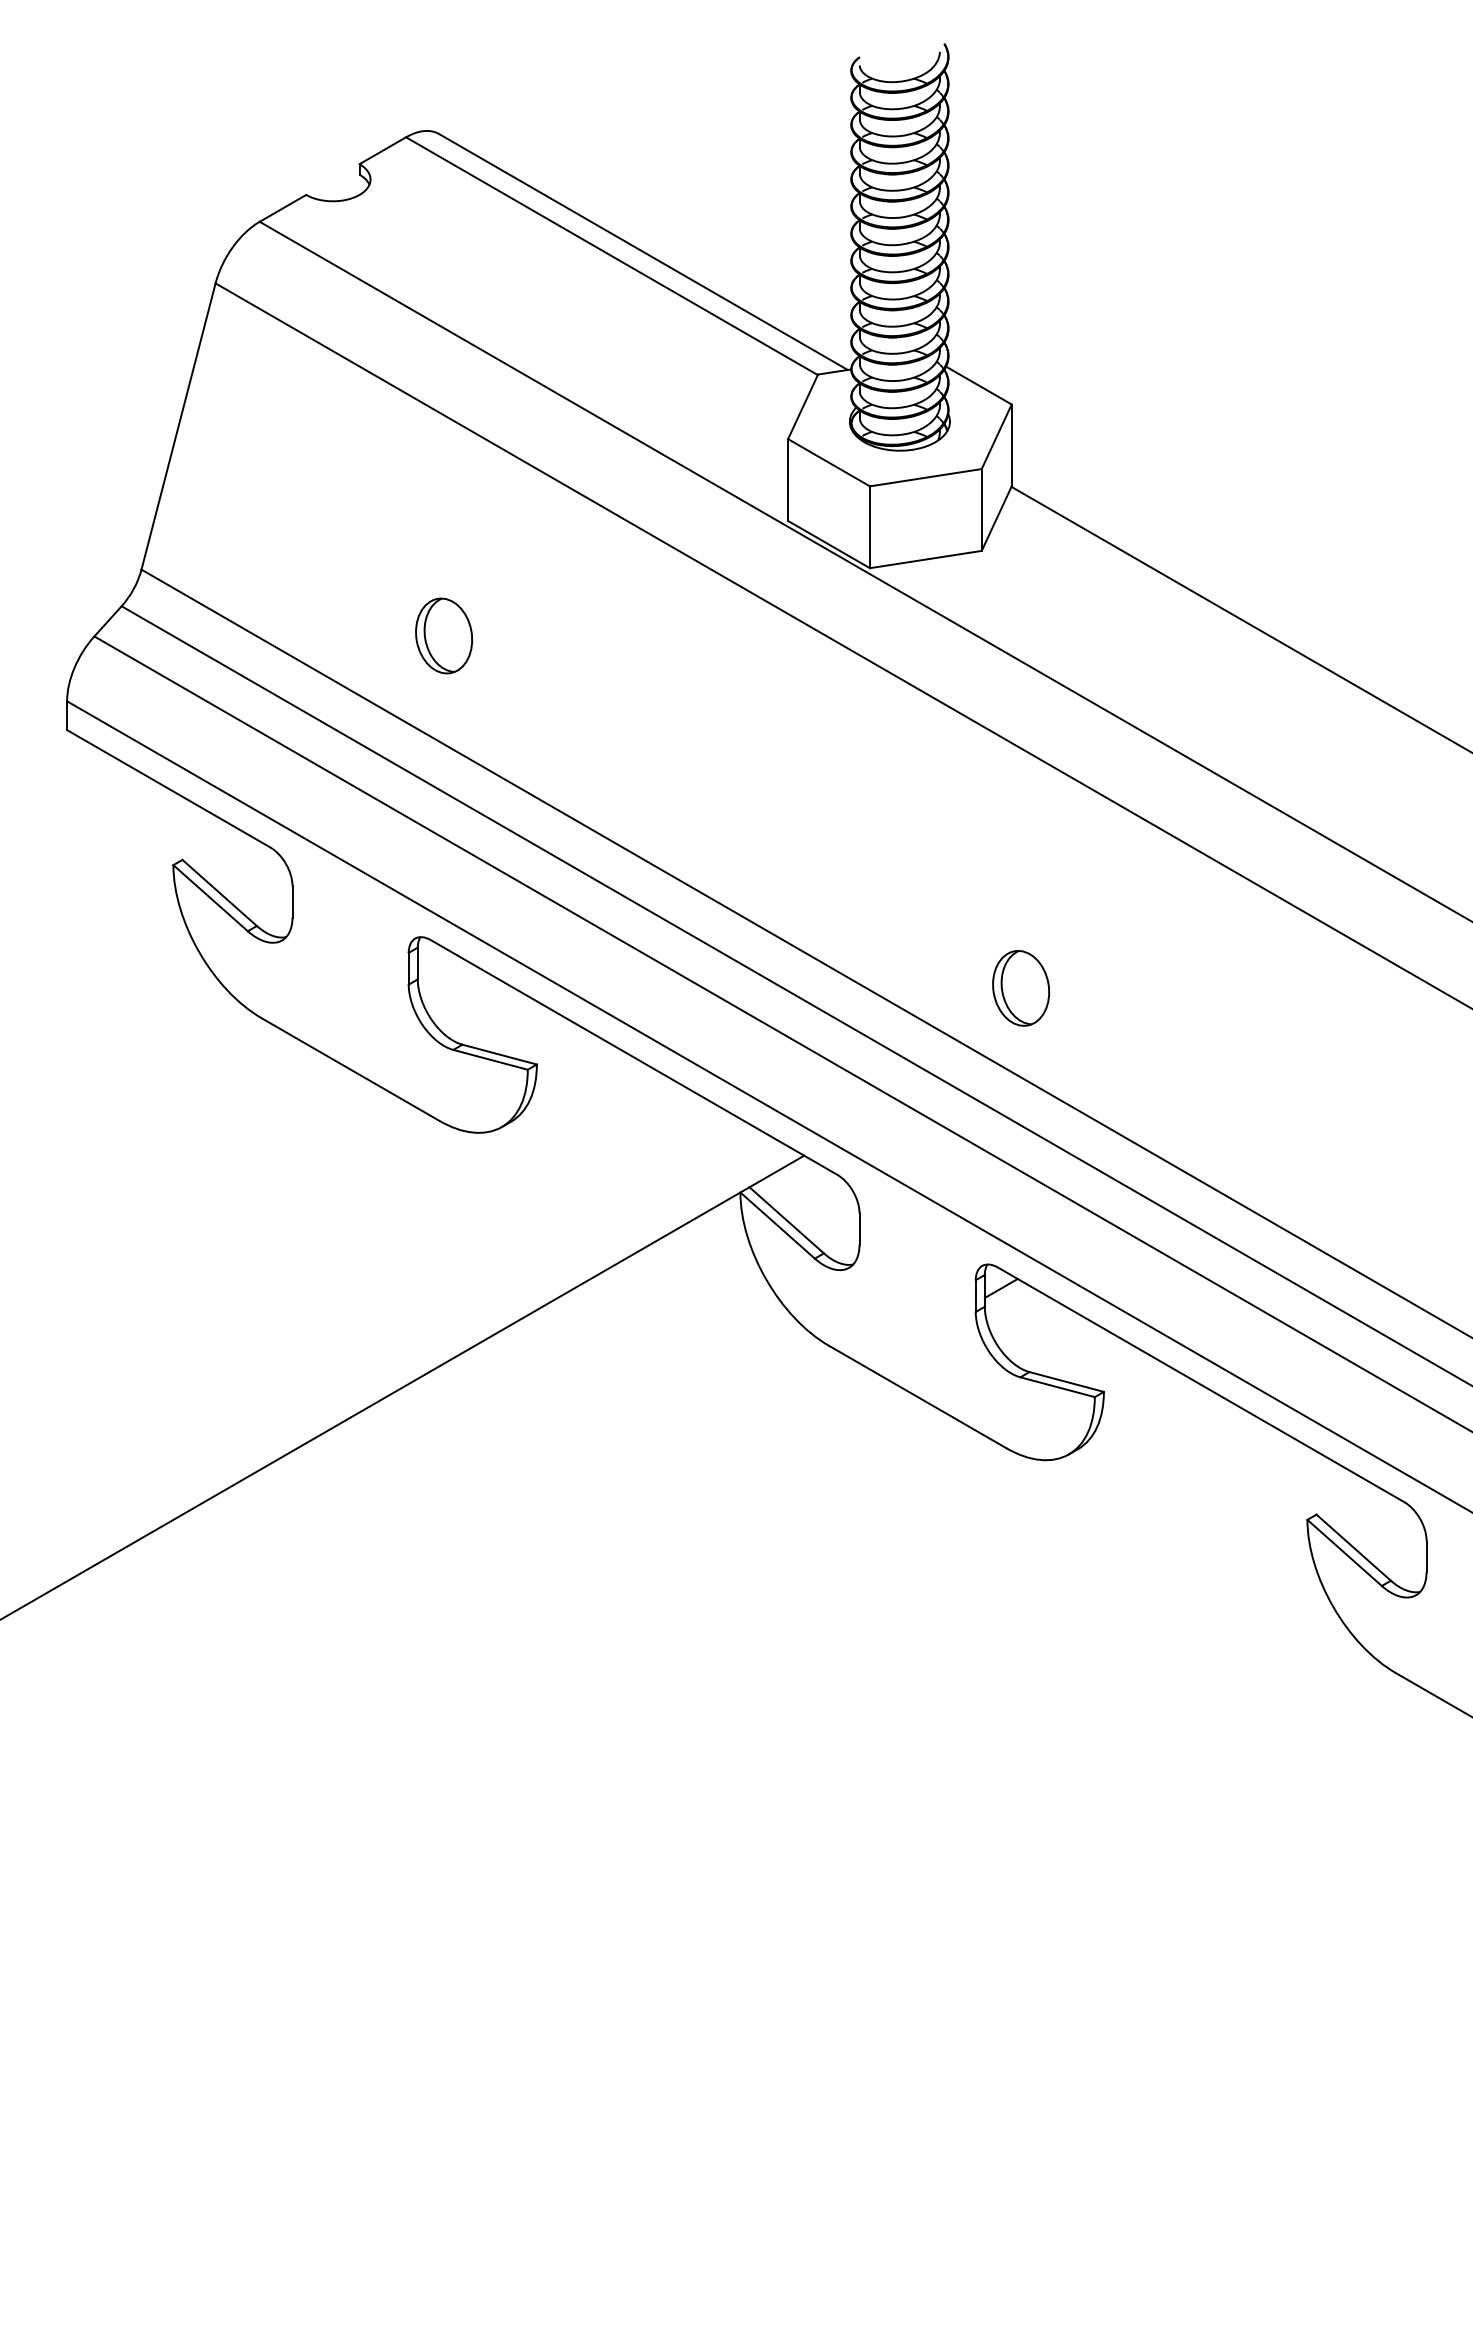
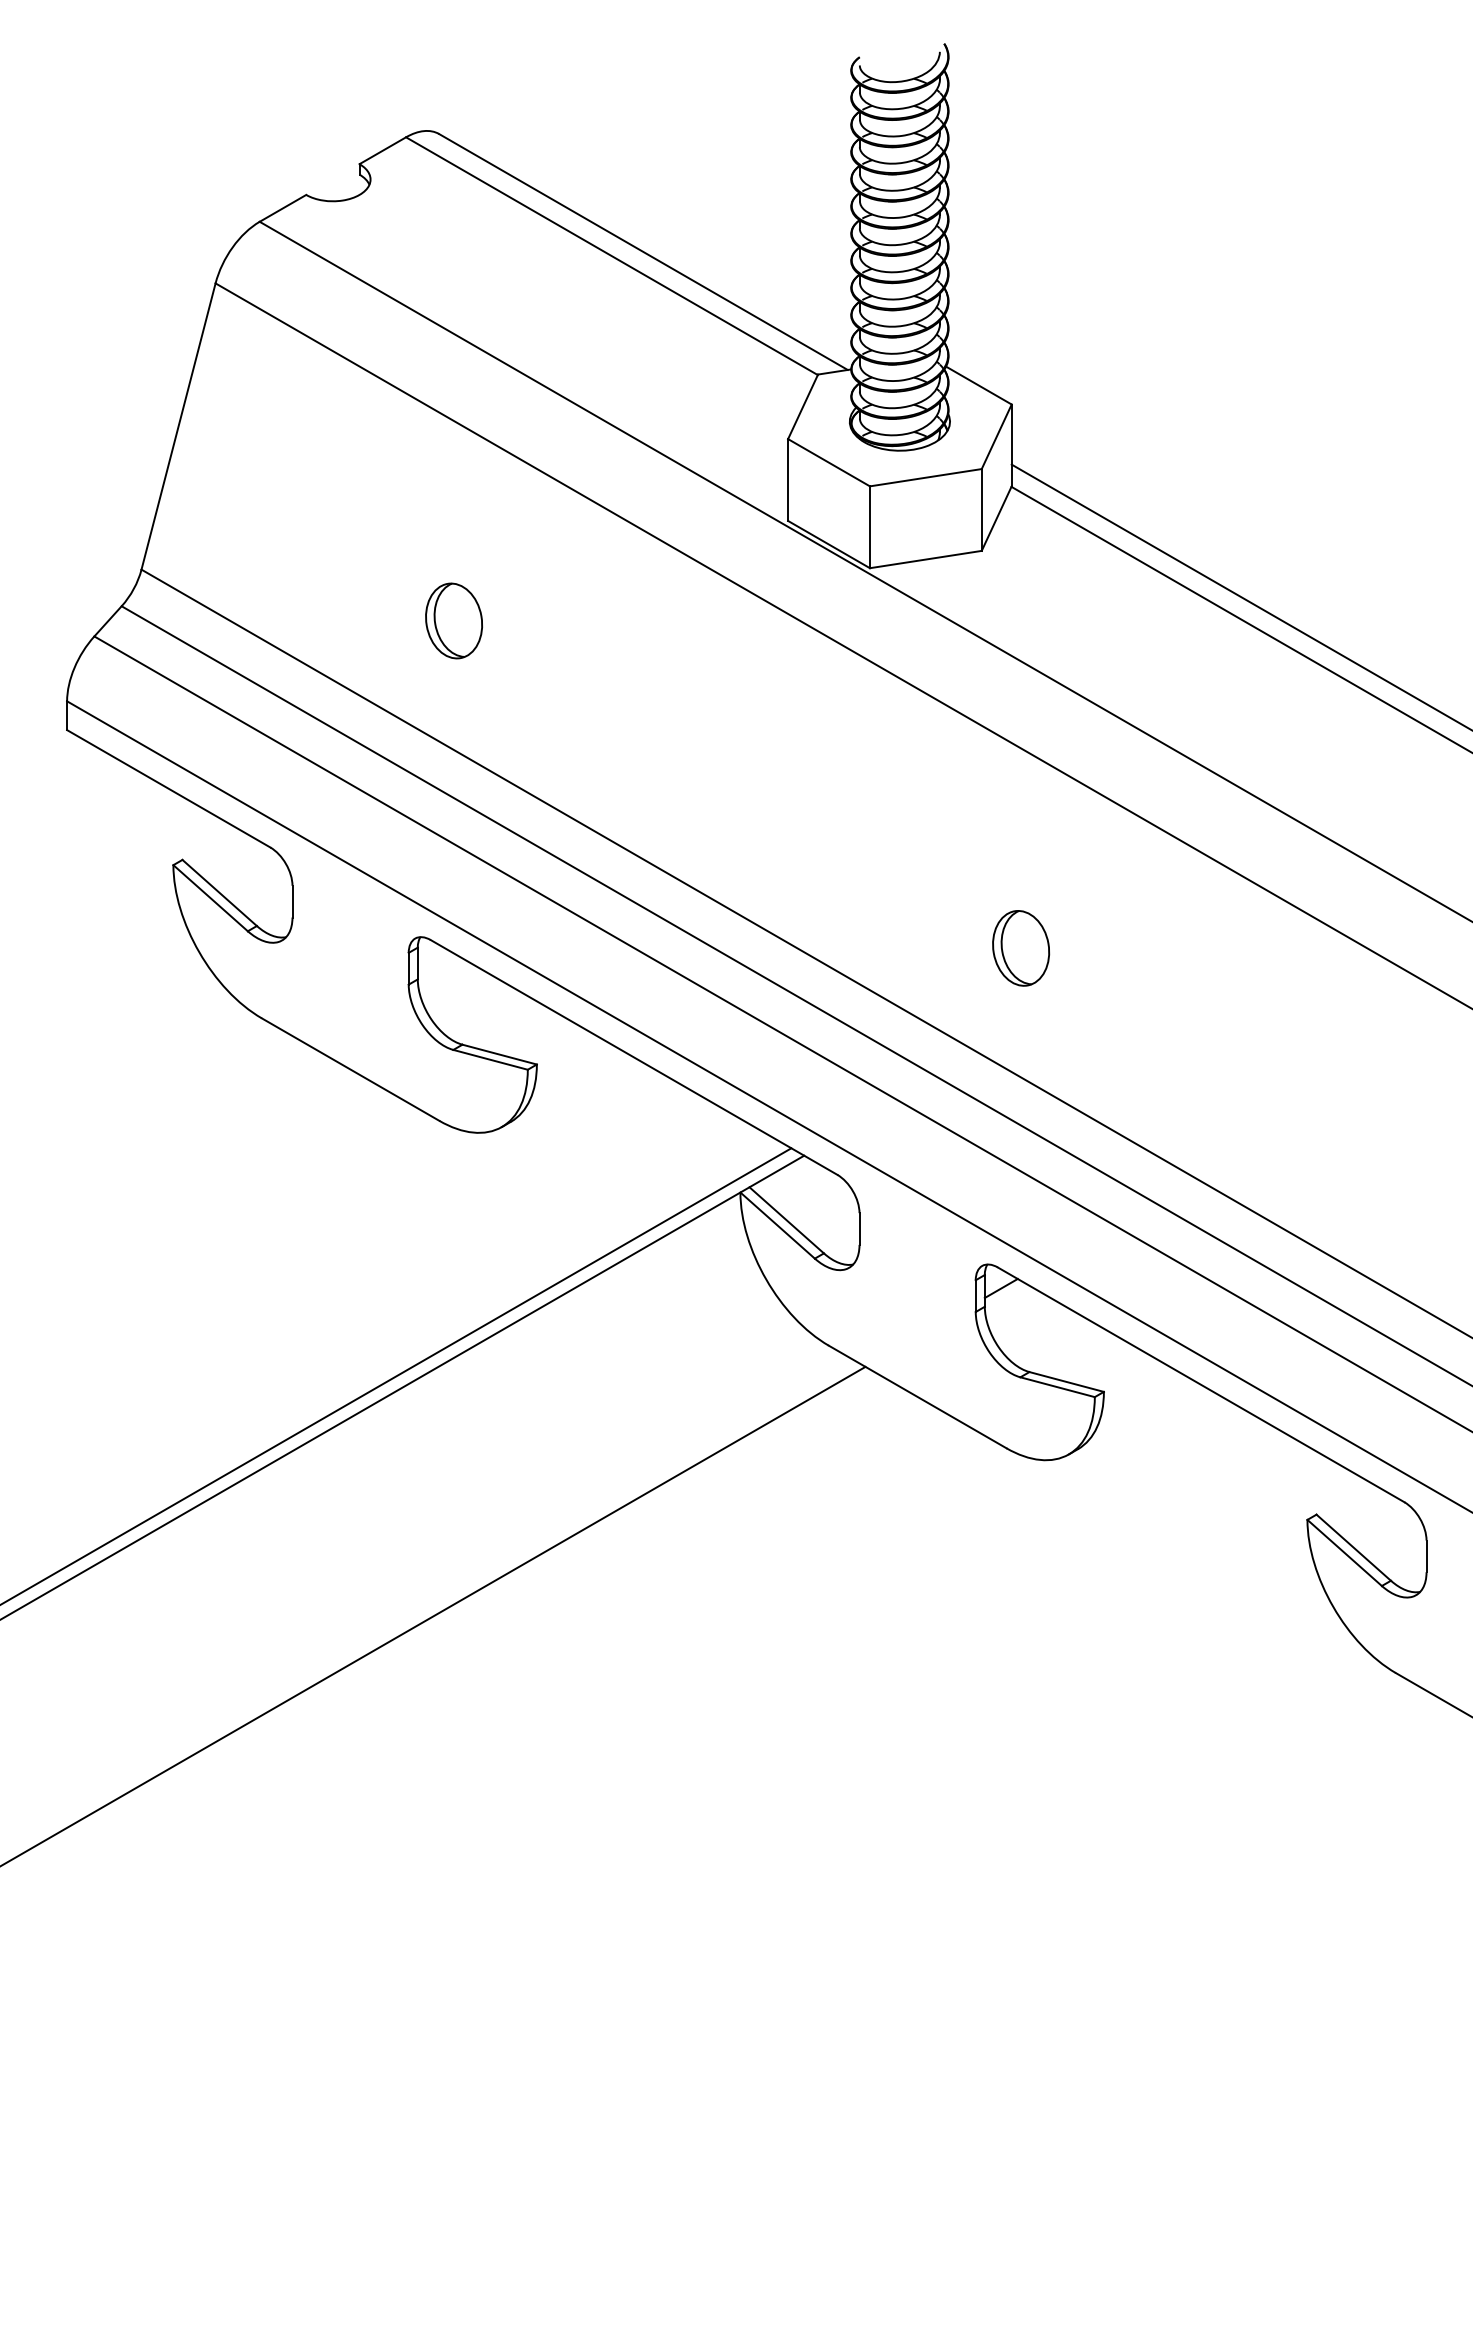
line at (1240, 596): none -> present
part at (443, 635) position: (443, 635) -> (453, 620)
part at (1021, 988) position: (1021, 988) -> (1021, 948)
line at (396, 1375): none -> present
line at (433, 1615): none -> present
